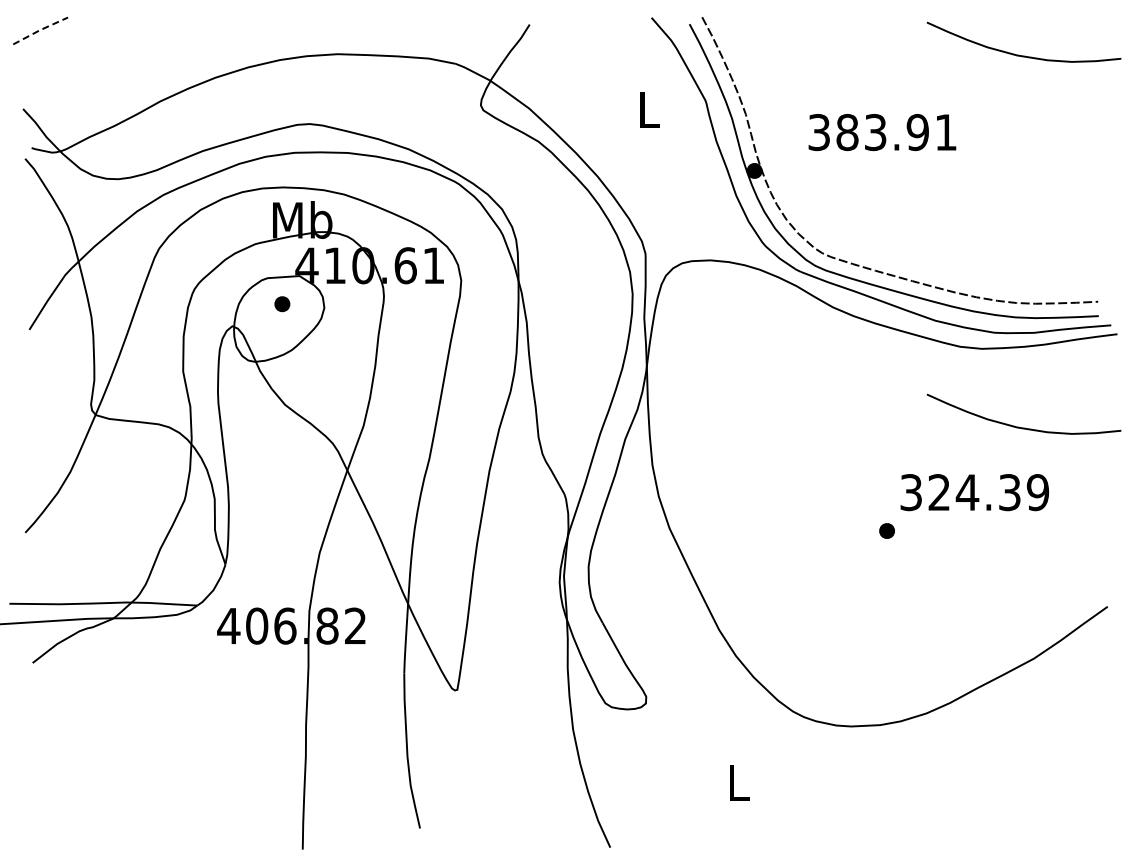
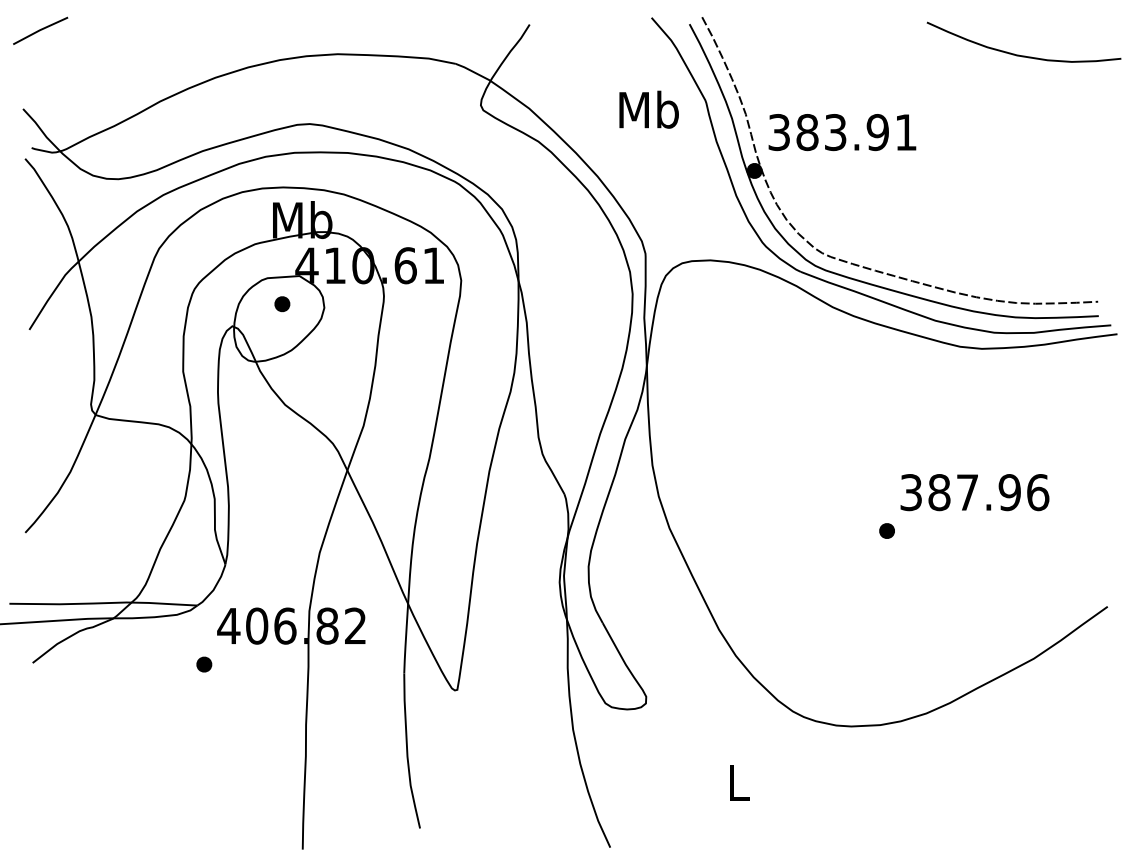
line at (40, 30): dashed -> solid
text at (648, 109): L -> Mb
text at (882, 132) position: (882, 132) -> (842, 132)
curve at (1019, 426): present -> none
text at (988, 492): 324.39 -> 387.96
part at (204, 664): none -> present
